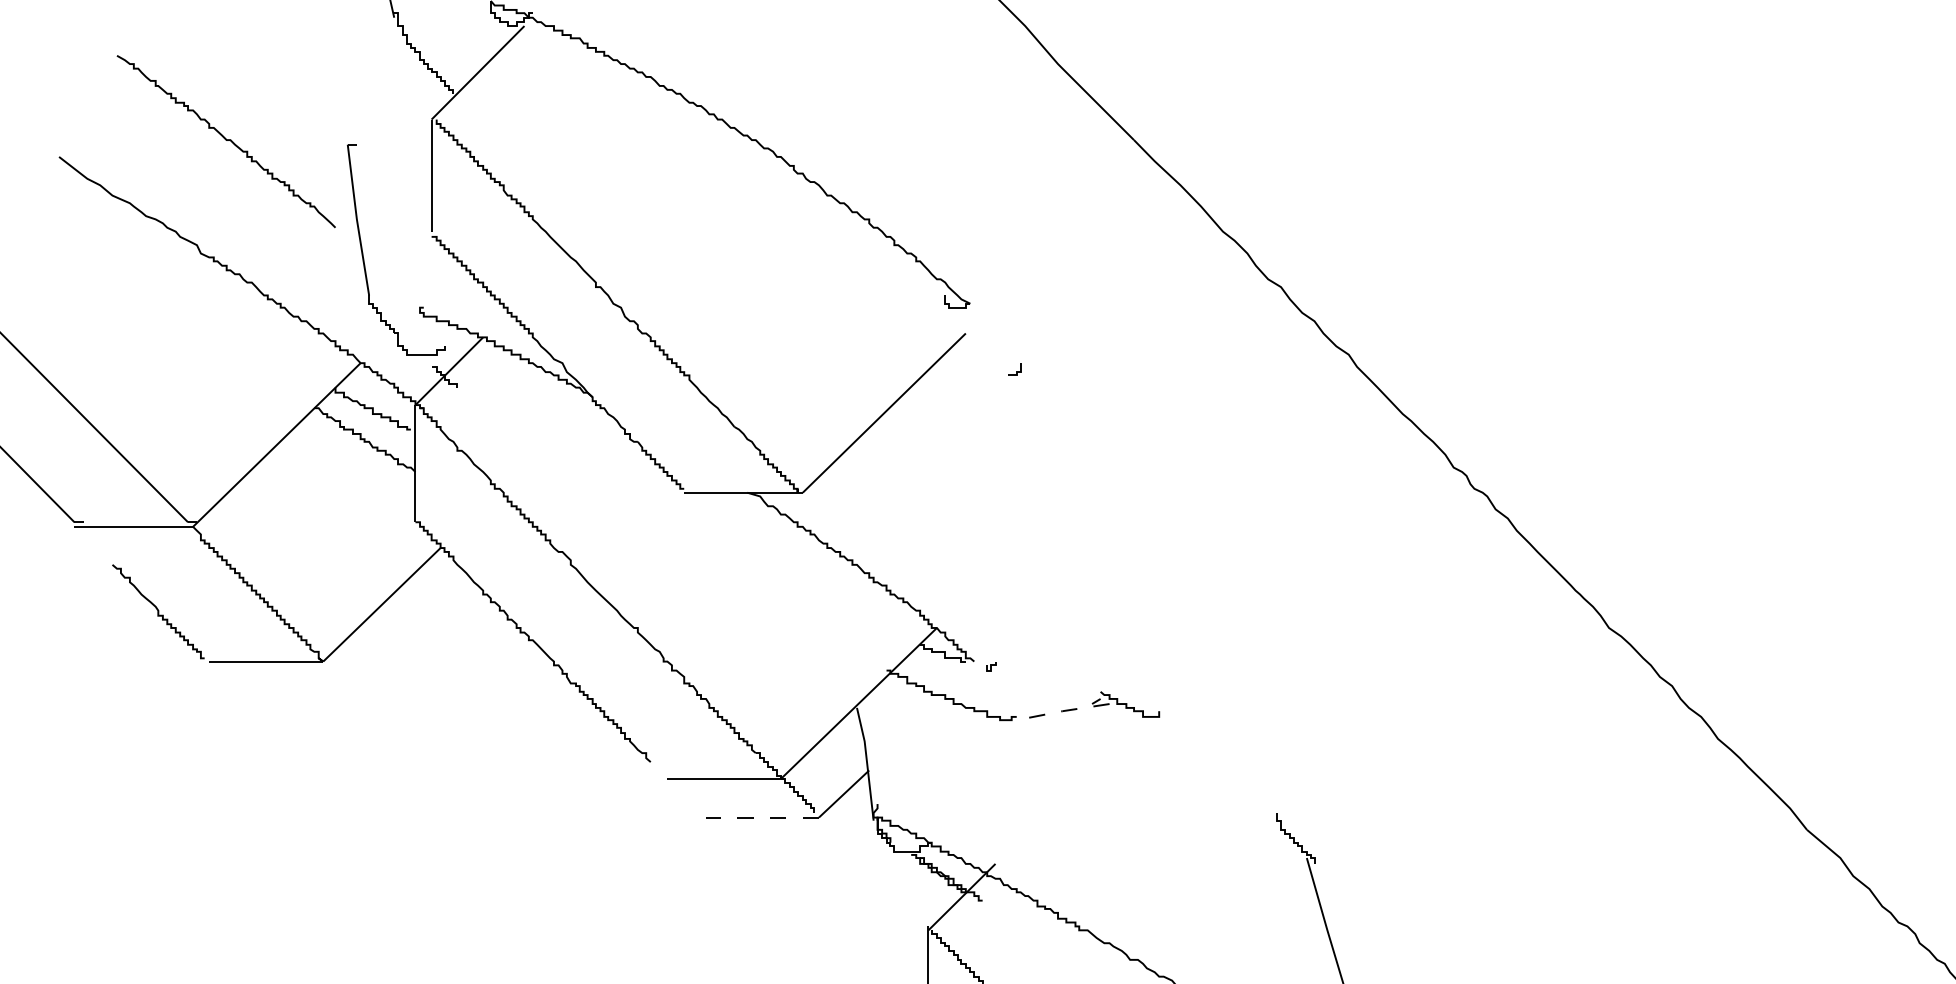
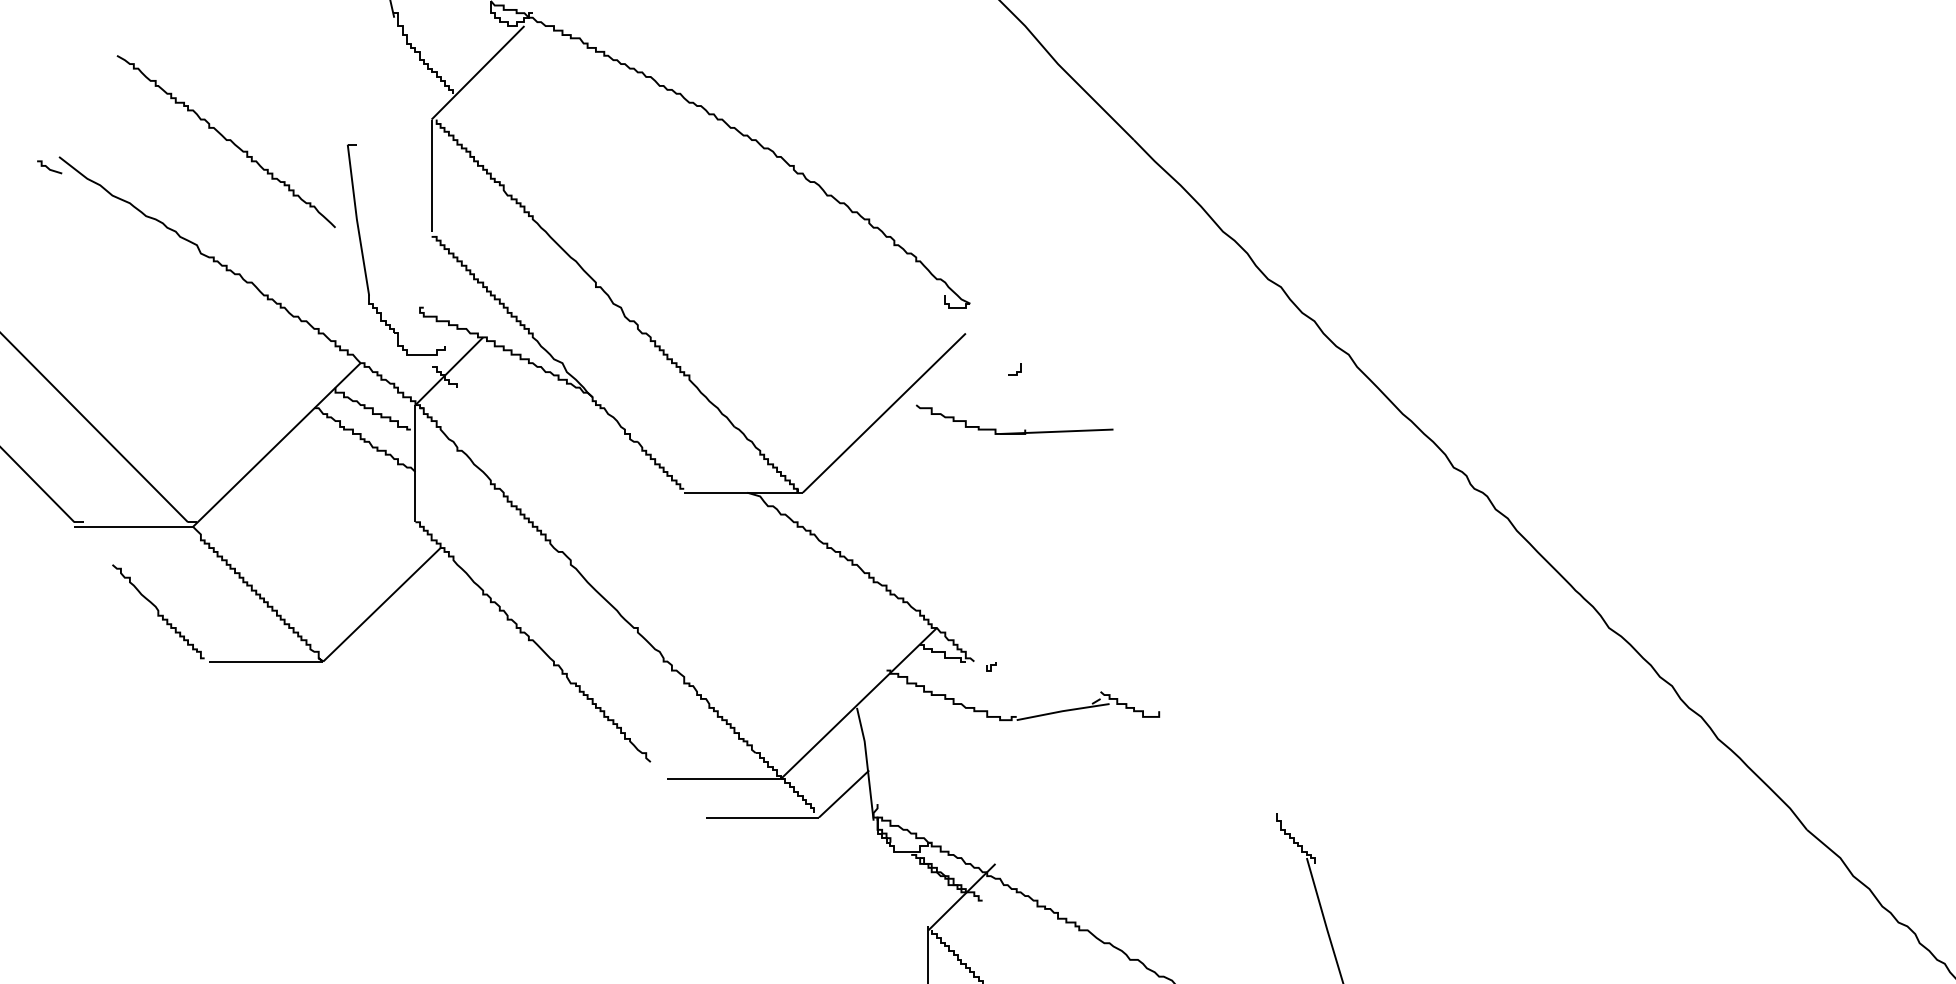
curve at (48, 167): none -> present
part at (1014, 432): none -> present
line at (1062, 711): dashed -> solid
line at (762, 817): dashed -> solid
